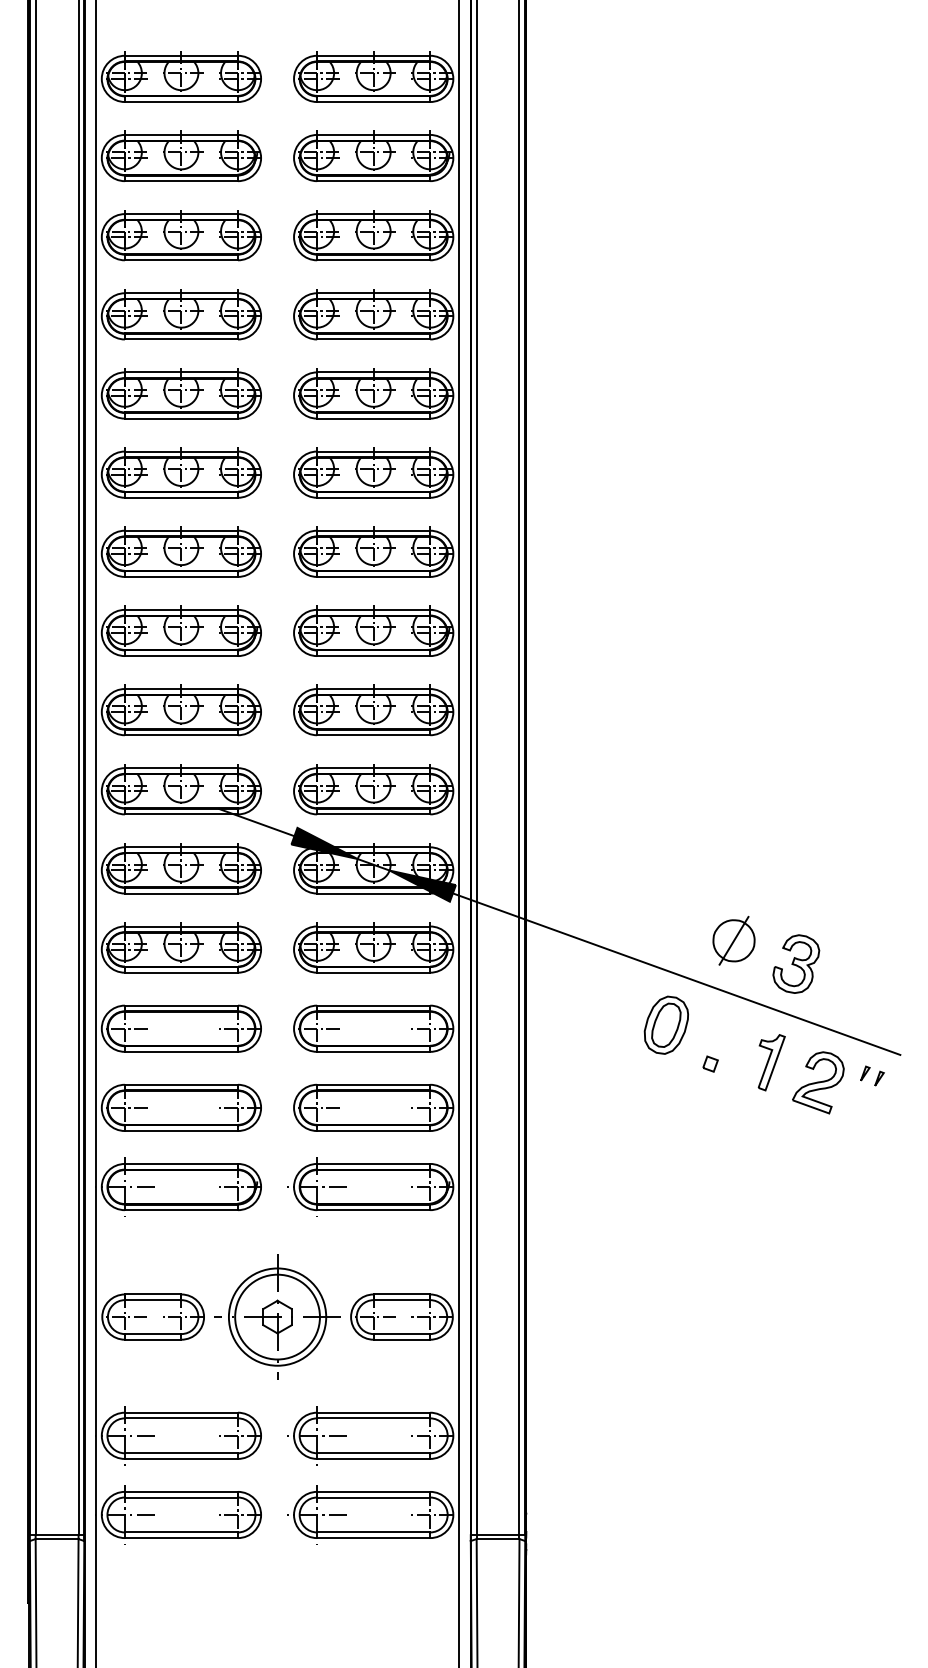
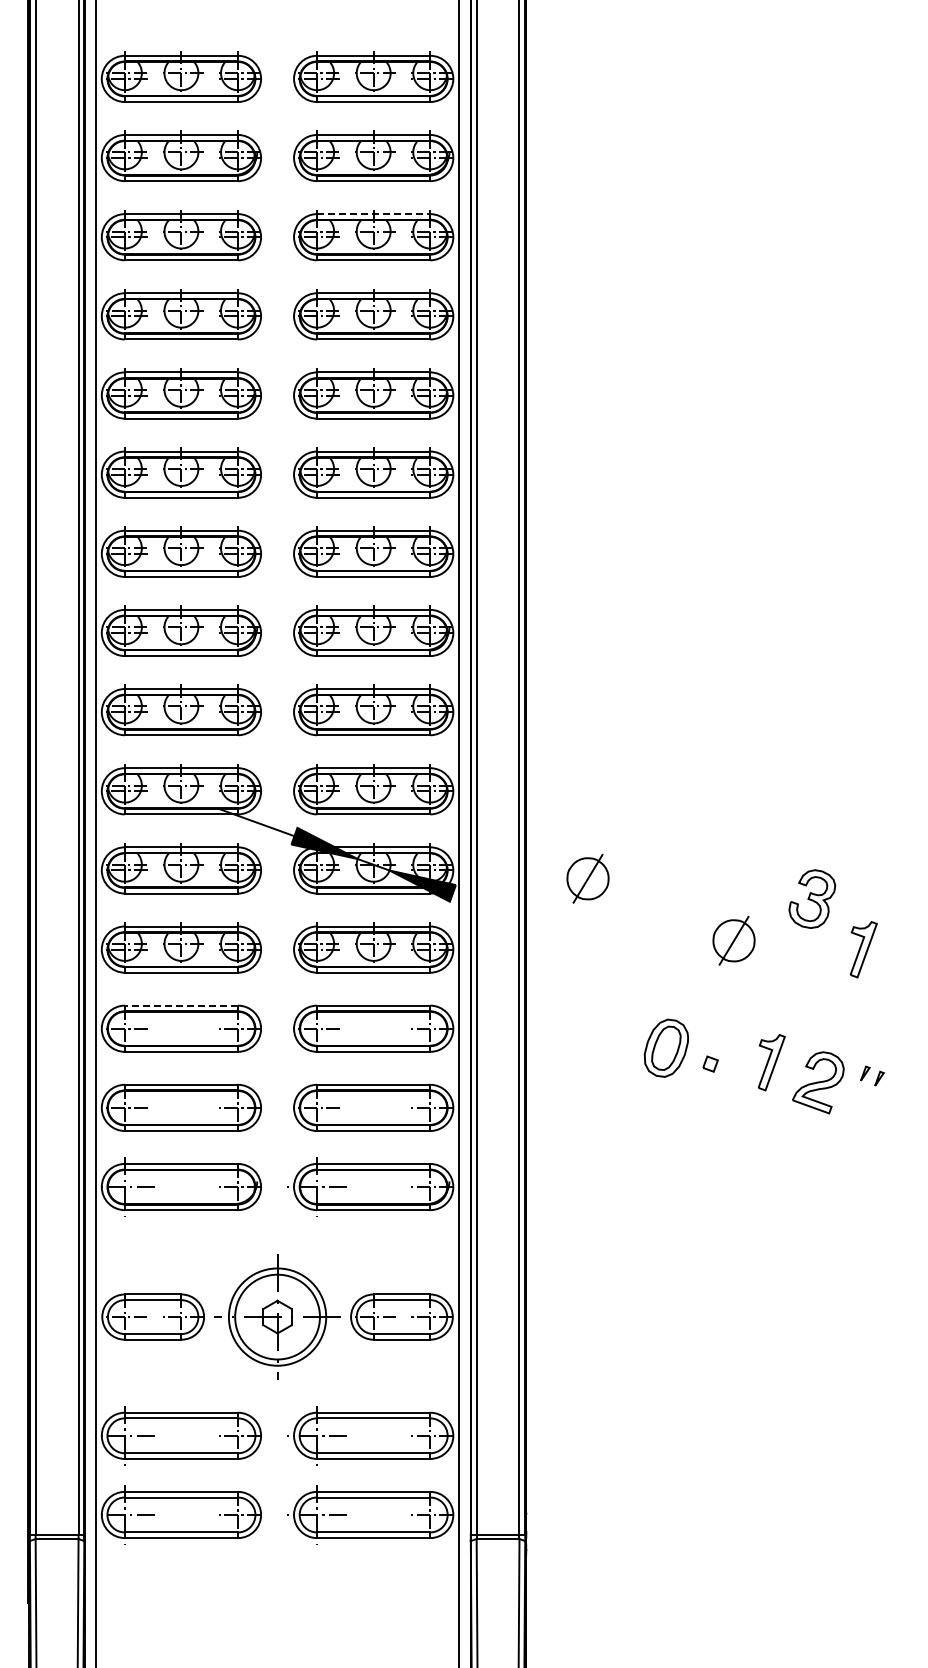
line at (373, 214): solid -> dashed
part at (587, 878): none -> present
part at (863, 949): none -> present
part at (796, 963) position: (796, 963) -> (812, 898)
line at (676, 973): present -> none
line at (181, 1005): solid -> dashed
part at (665, 1024) position: (665, 1024) -> (665, 1047)
